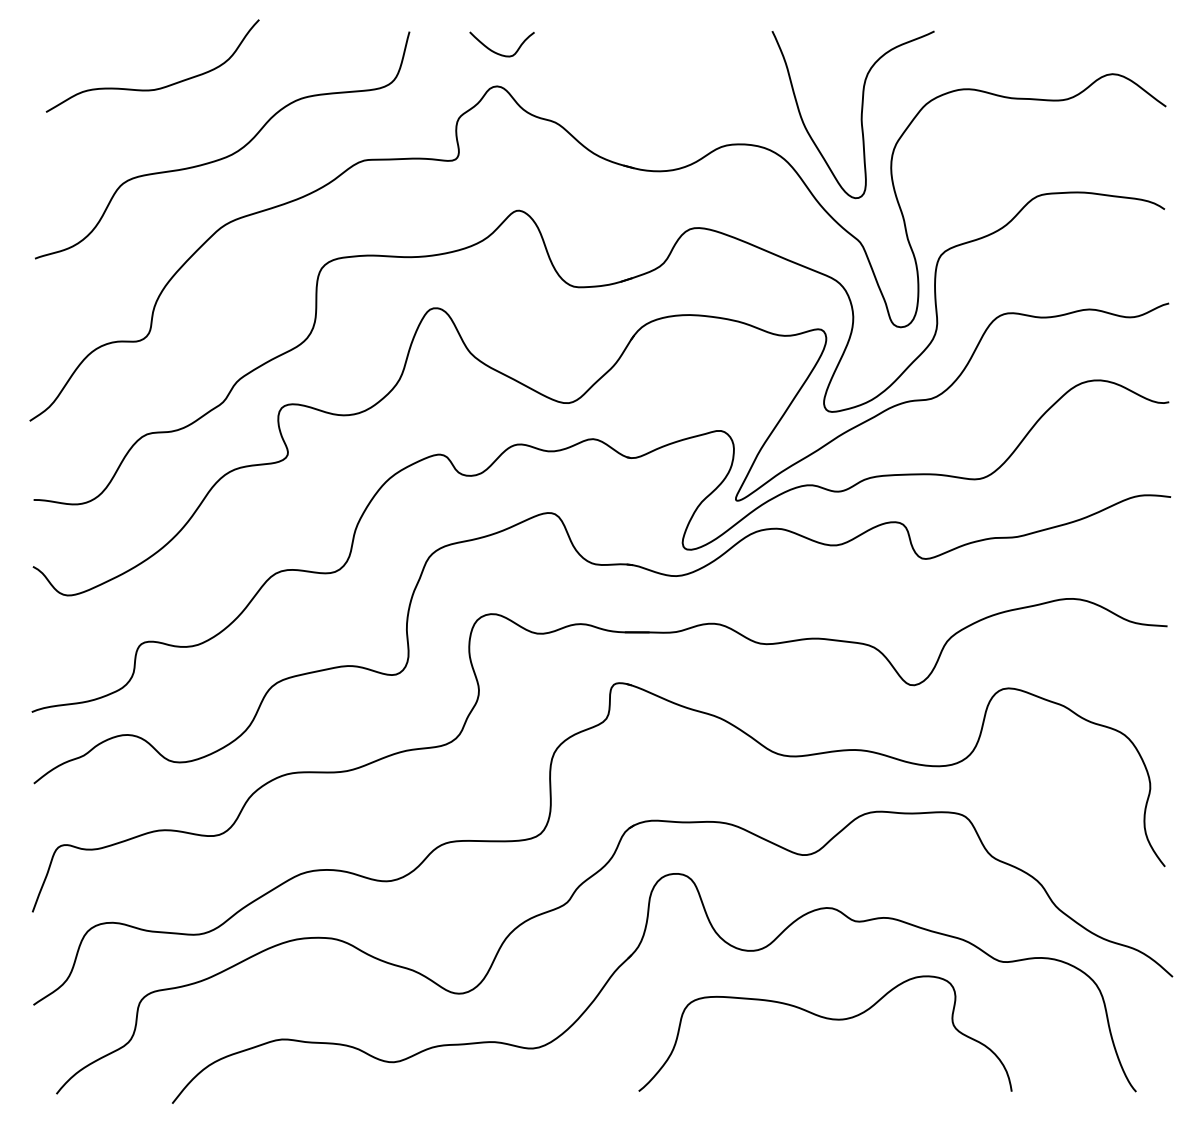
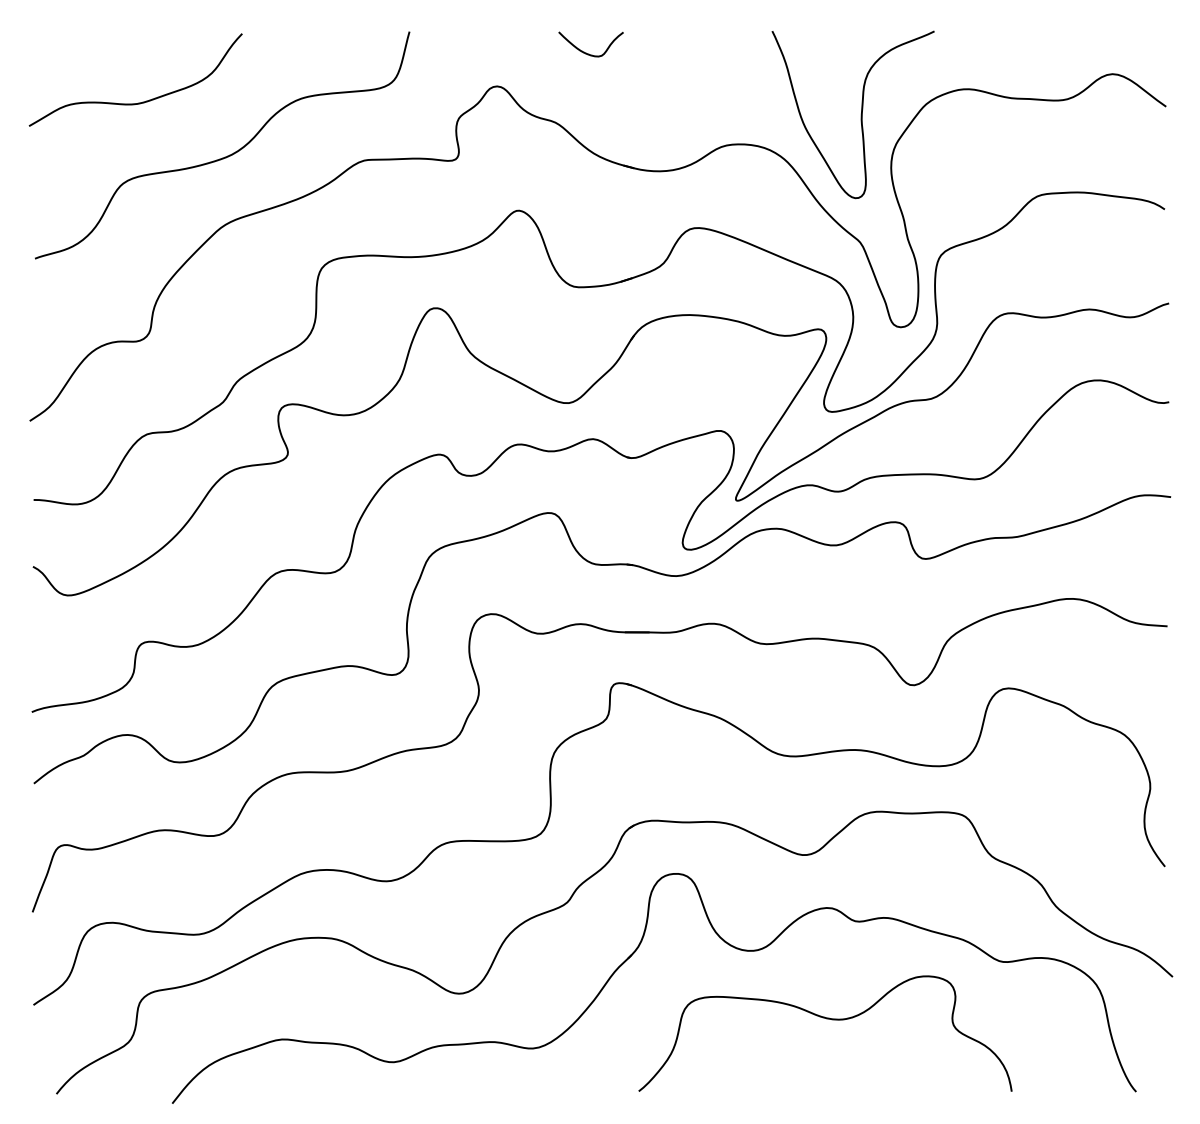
curve at (497, 52) position: (497, 52) -> (586, 52)
curve at (159, 87) position: (159, 87) -> (142, 101)
